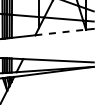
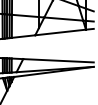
line at (61, 32): dashed -> solid
